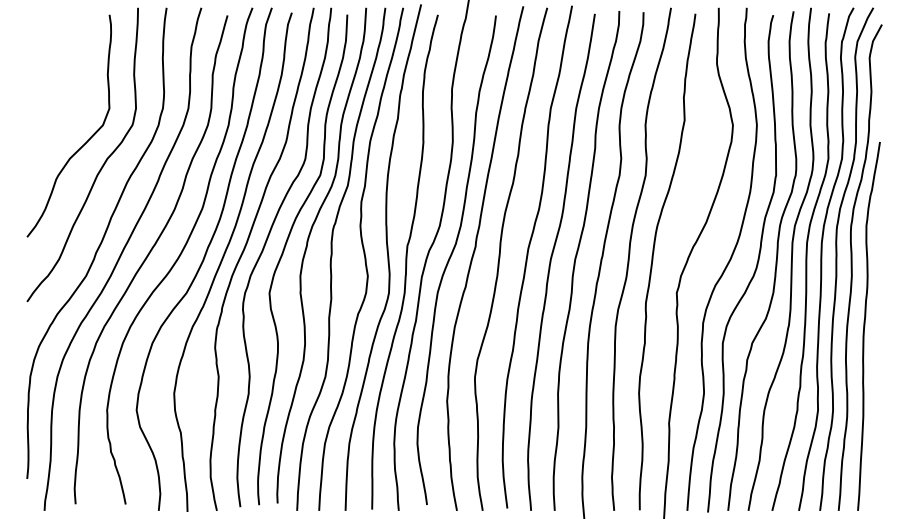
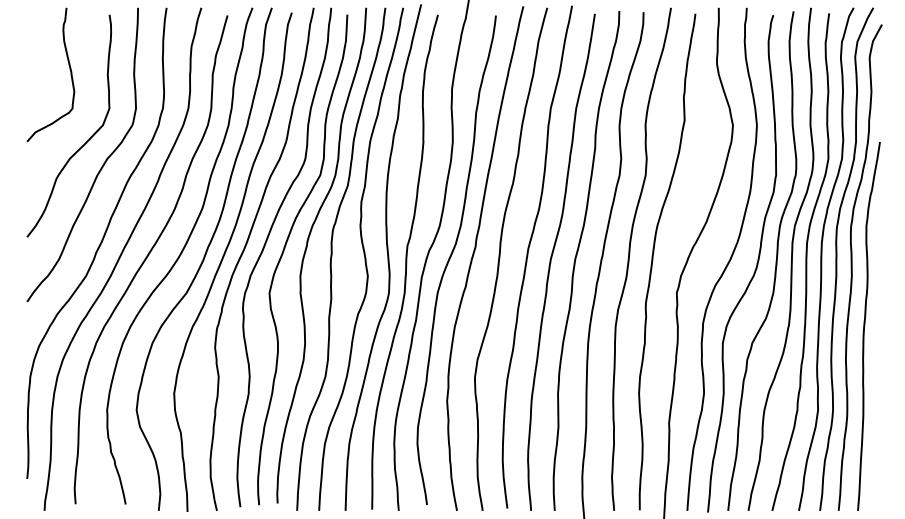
curve at (69, 69): none -> present
